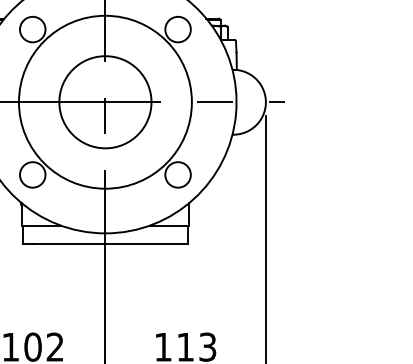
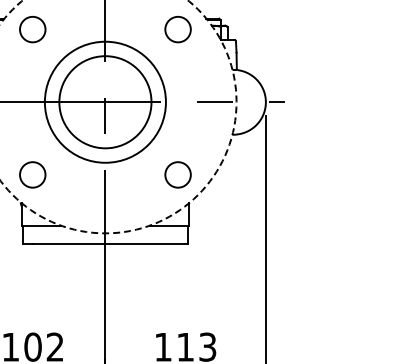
circle at (104, 101) diameter: 173 px -> 121 px
arc at (183, 207): solid -> dashed
